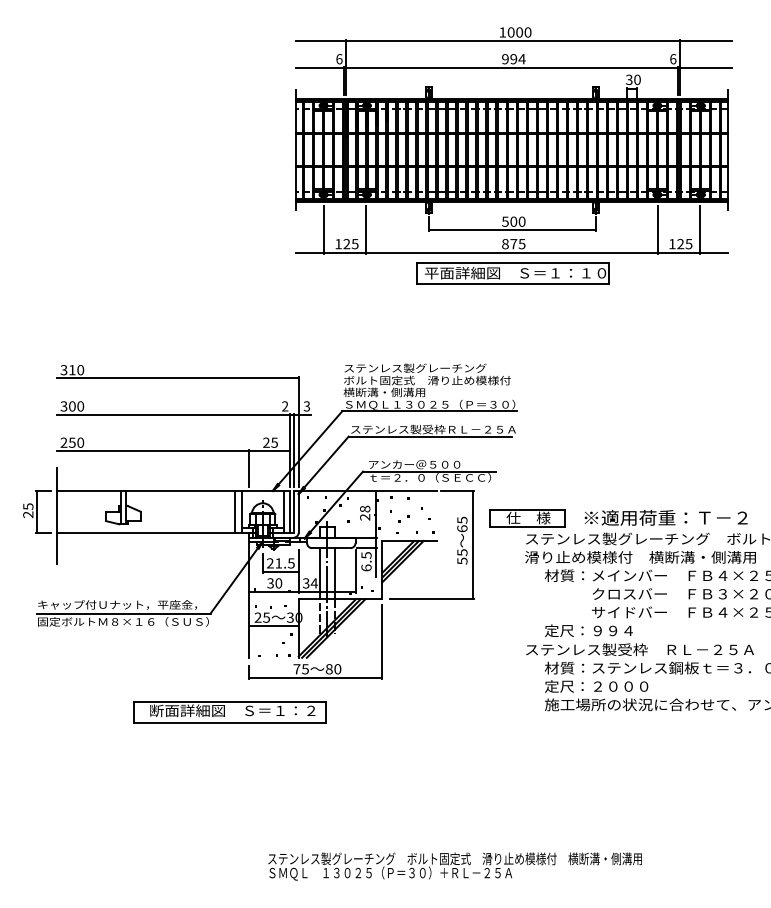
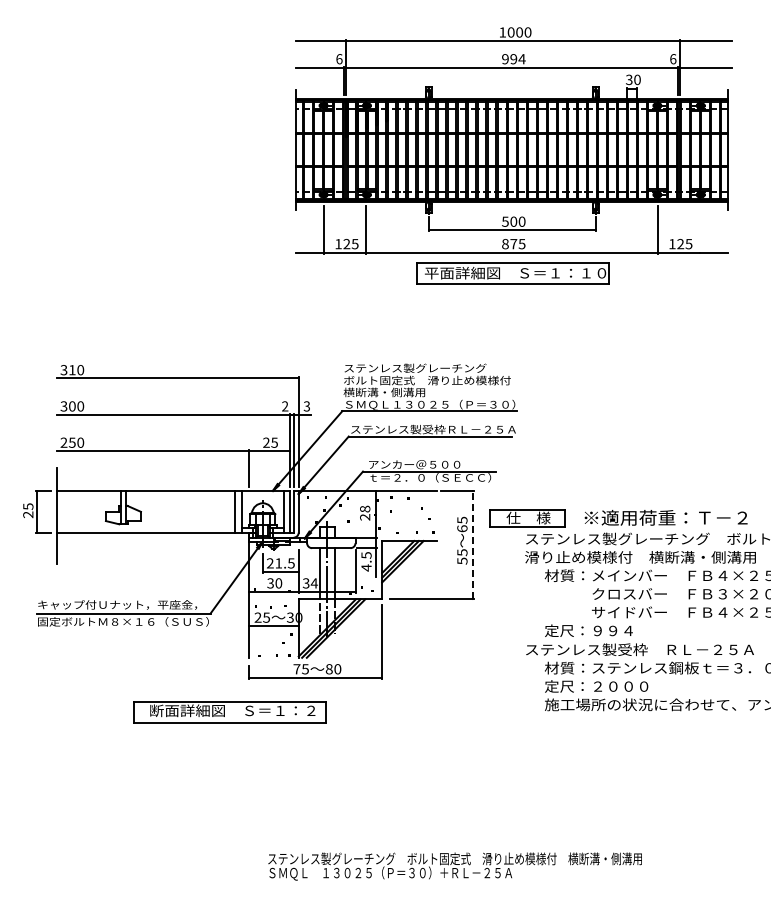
line at (699, 229): present -> none
part at (403, 518): present -> none
line at (472, 544): solid -> dashed
text at (366, 567): 6.5 -> 4.5
